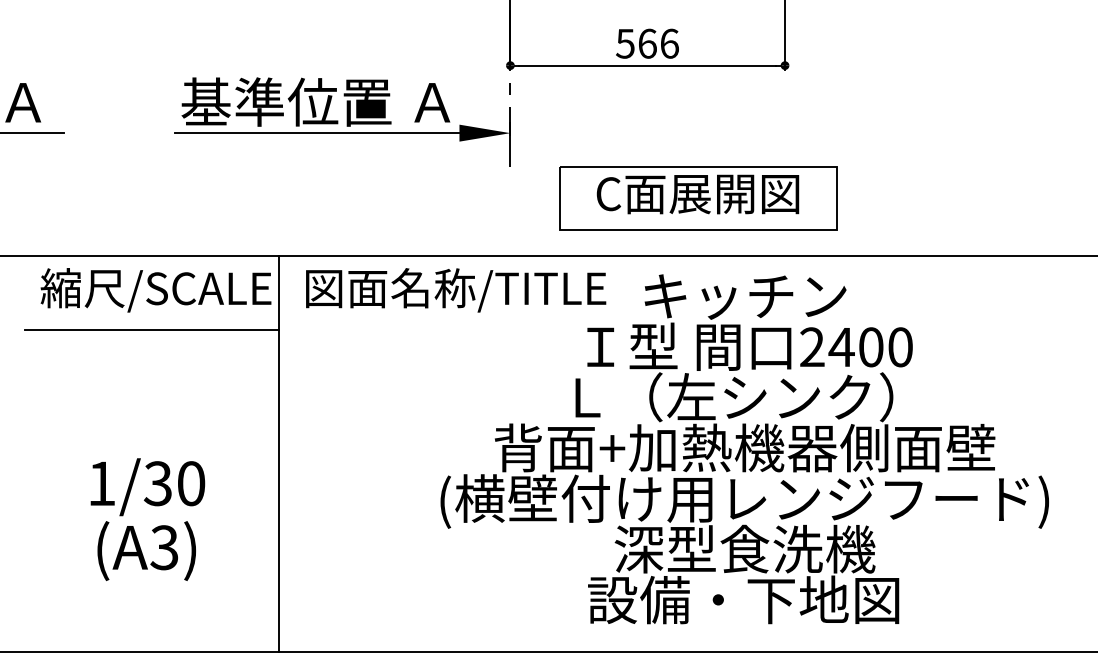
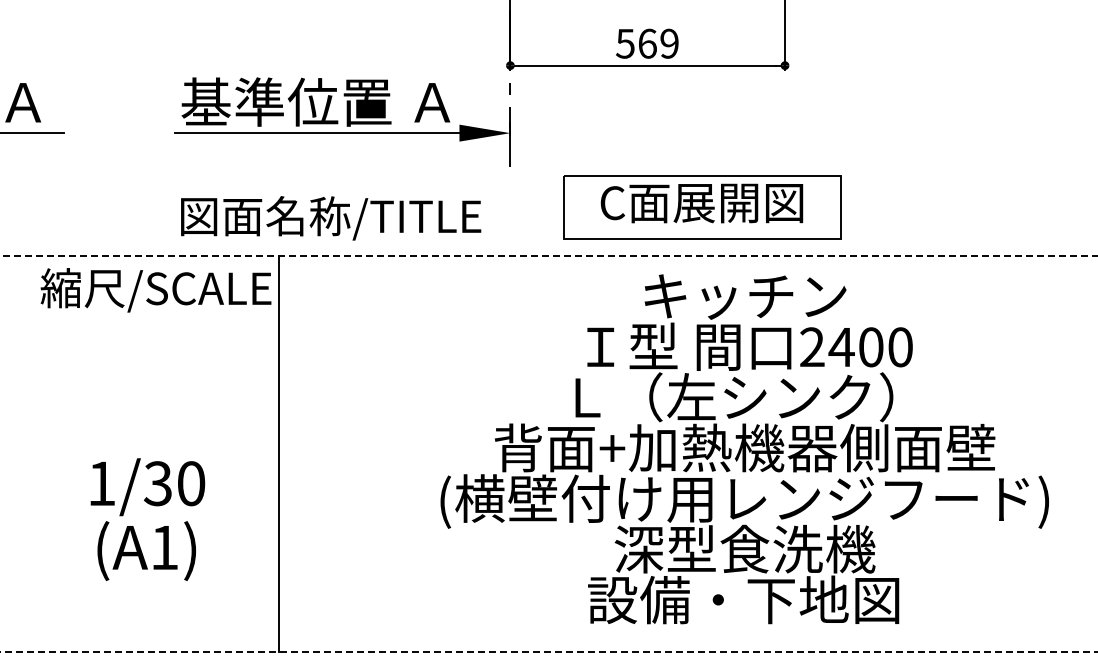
text at (669, 43): 566 -> 569
part at (698, 198) position: (698, 198) -> (702, 207)
line at (549, 255): solid -> dashed
text at (456, 290) position: (456, 290) -> (331, 218)
line at (152, 330): present -> none
text at (164, 547): (A3) -> (A1)
line at (548, 651): solid -> dashed
